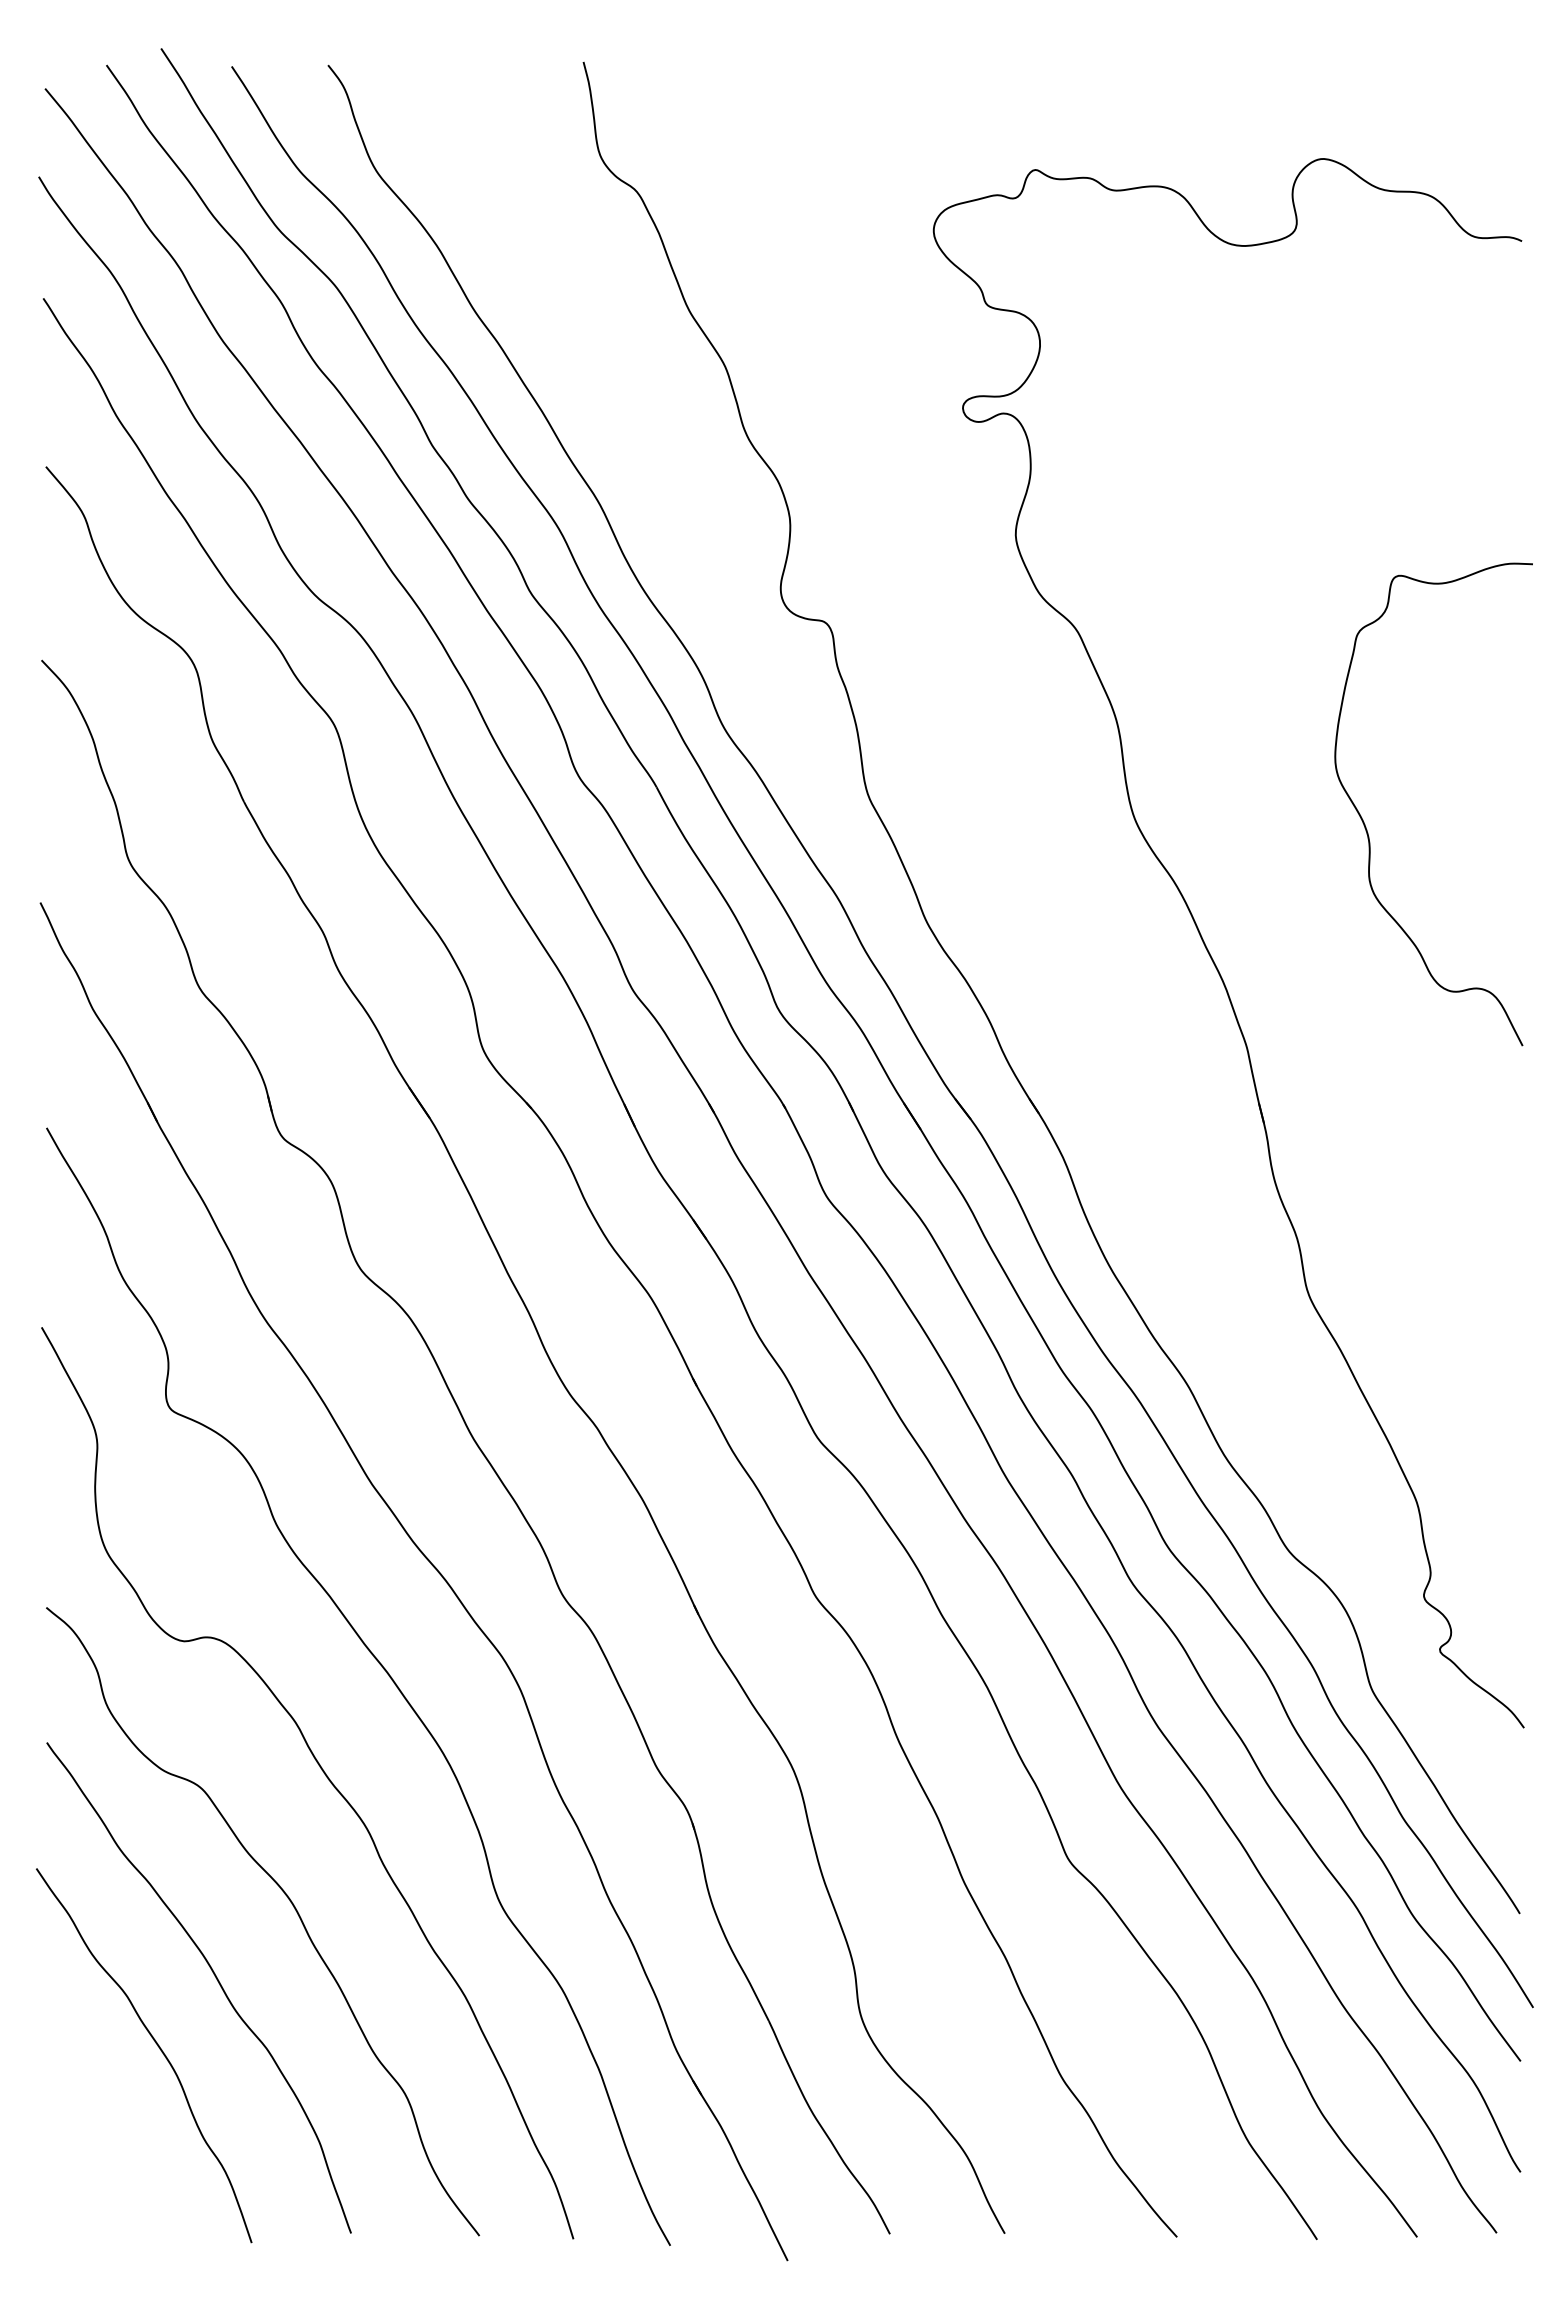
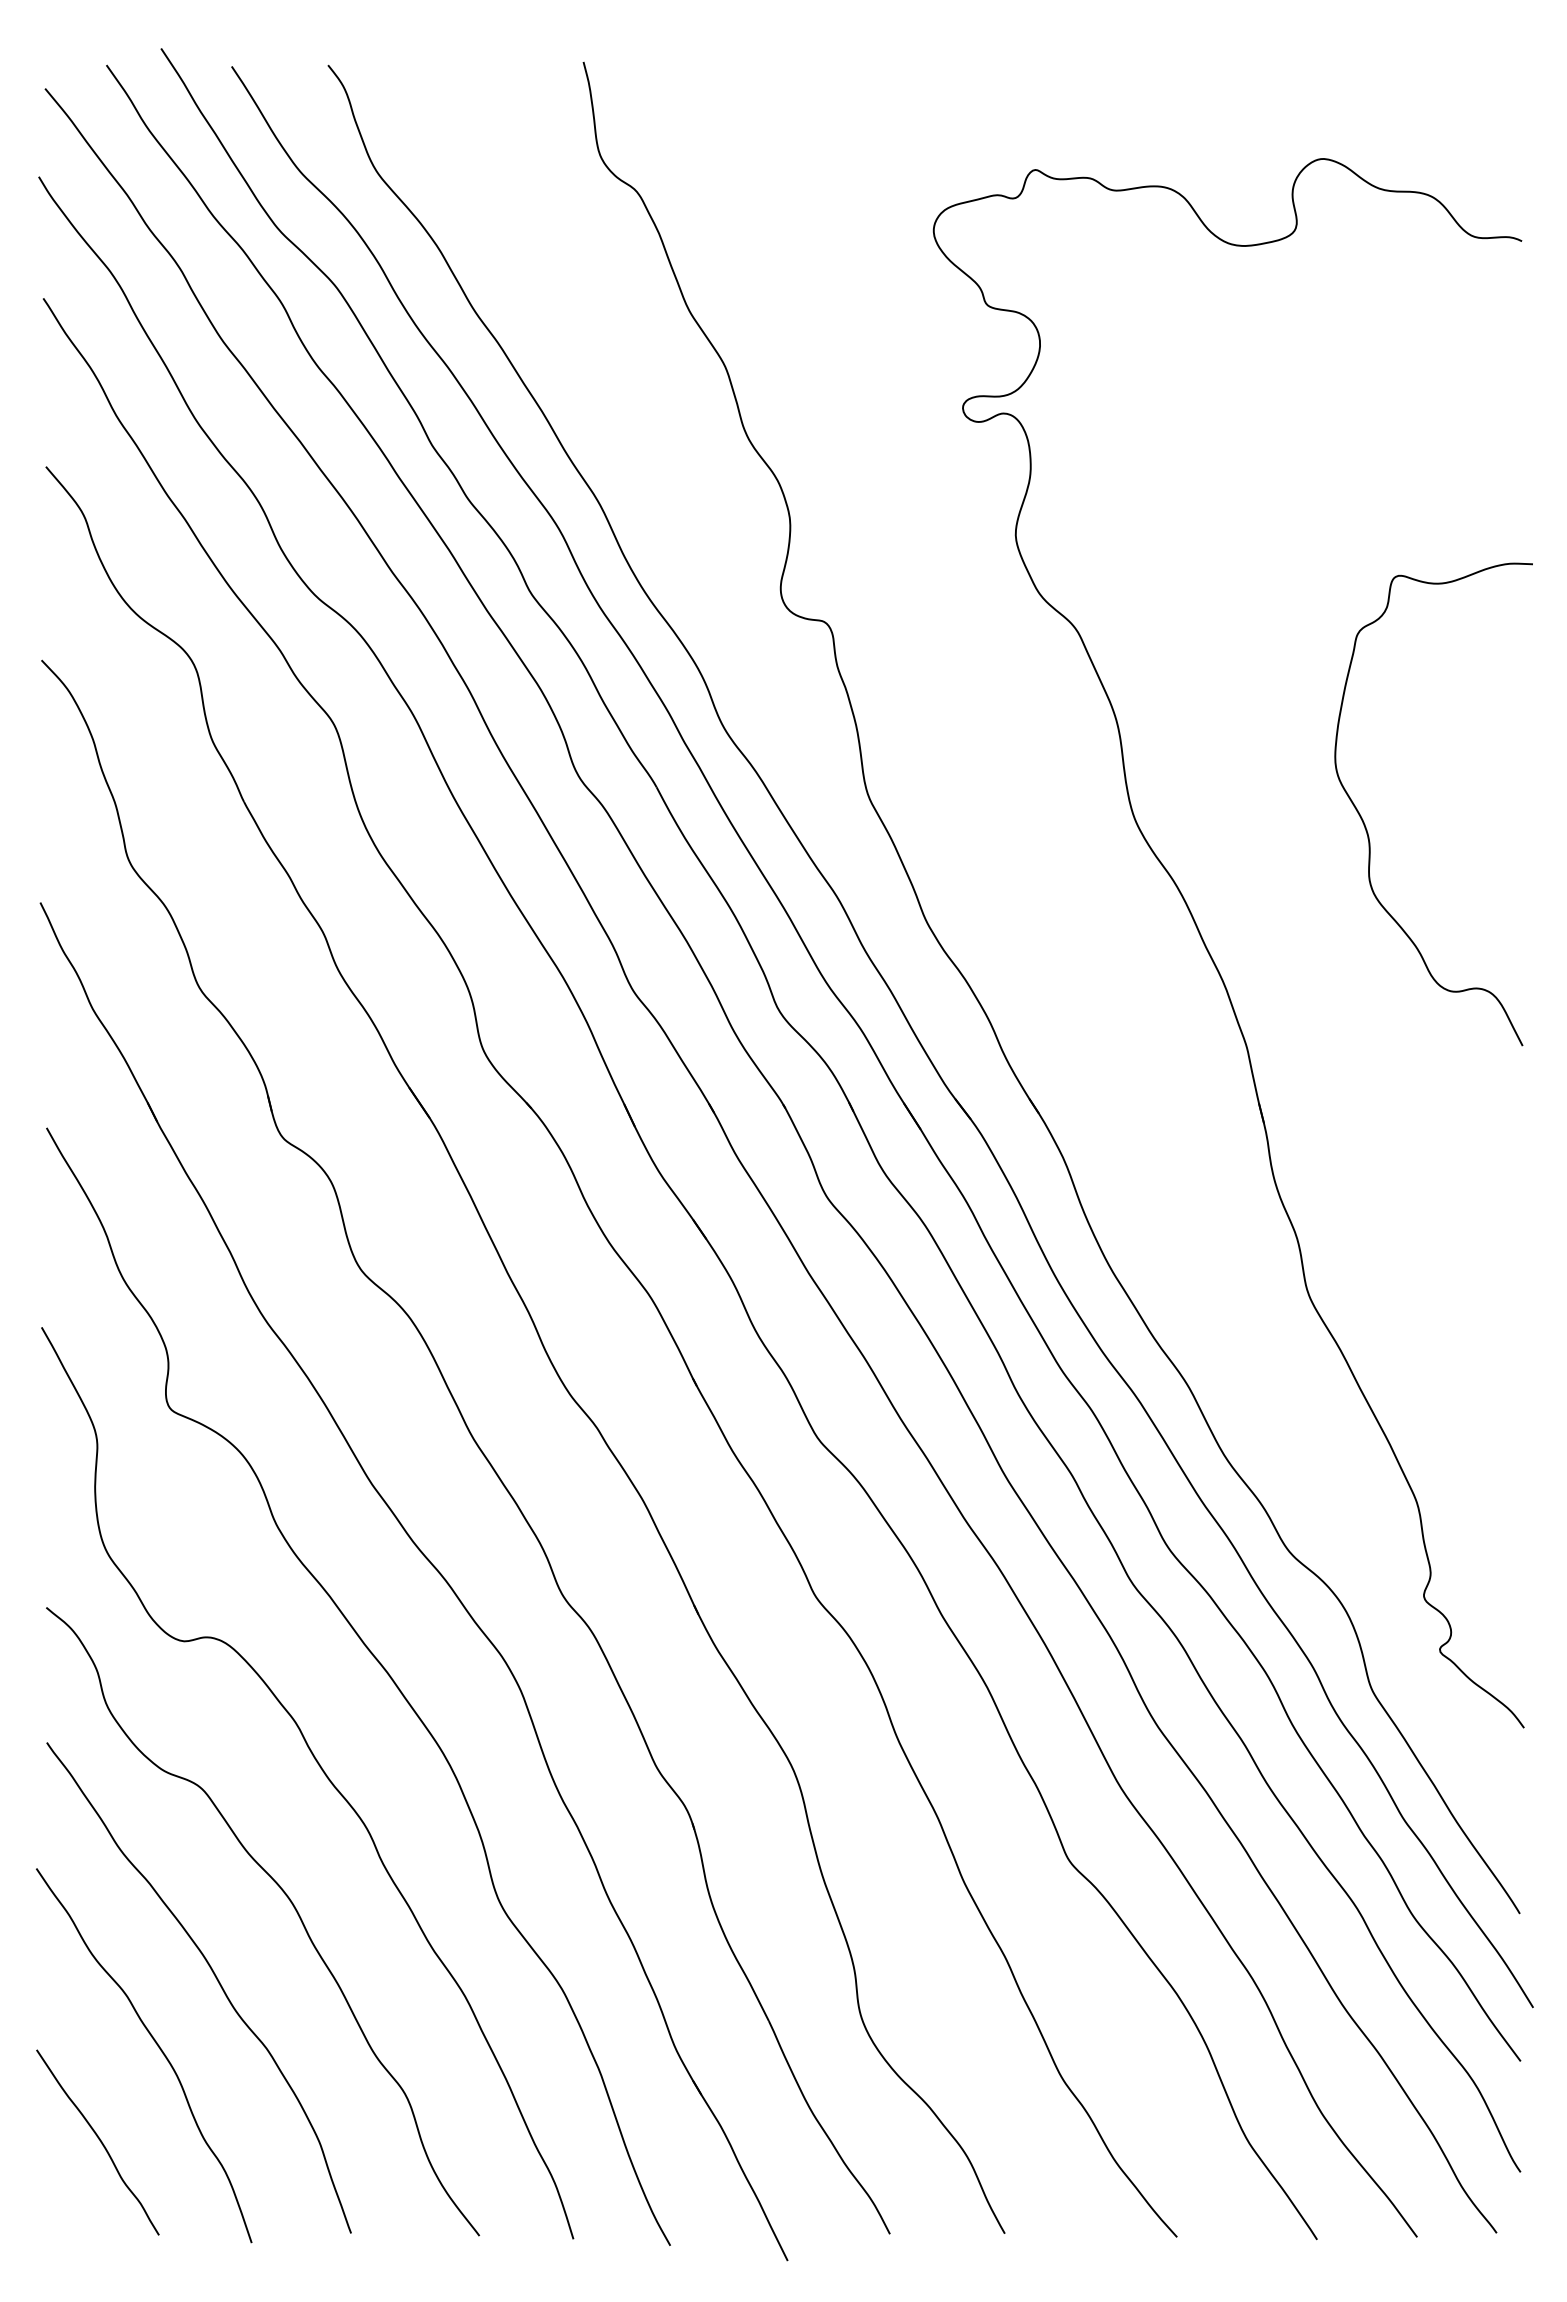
curve at (99, 2140): none -> present
